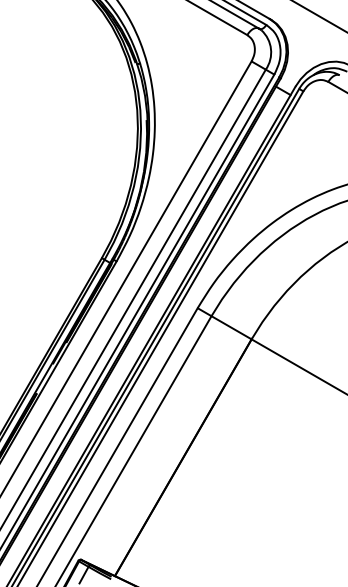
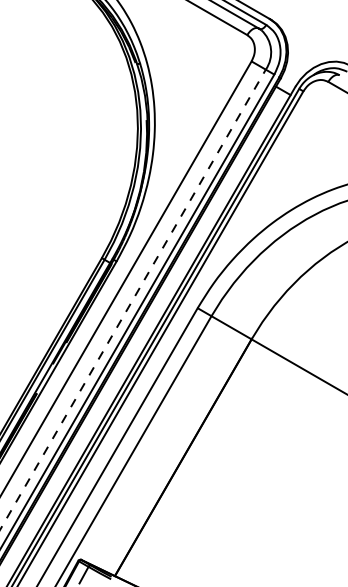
line at (319, 16): present -> none
line at (132, 299): solid -> dashed
